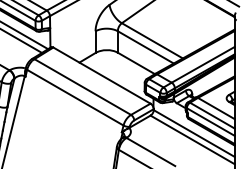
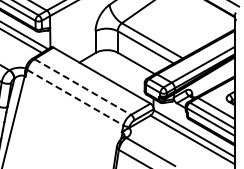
line at (82, 87): solid -> dashed
line at (75, 97): solid -> dashed
